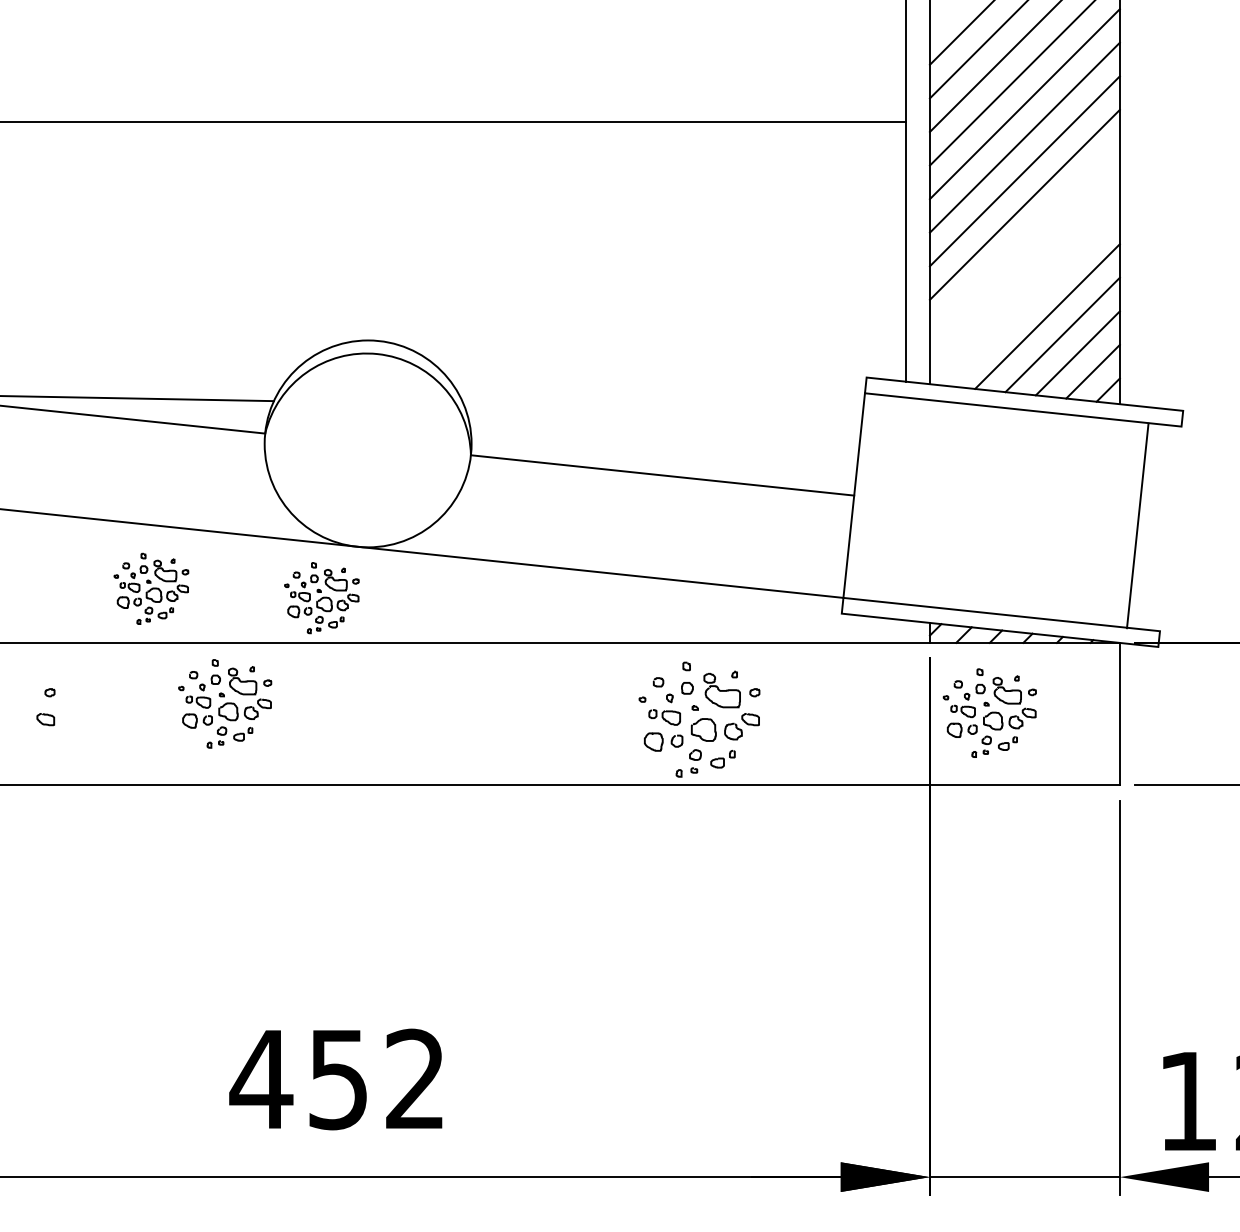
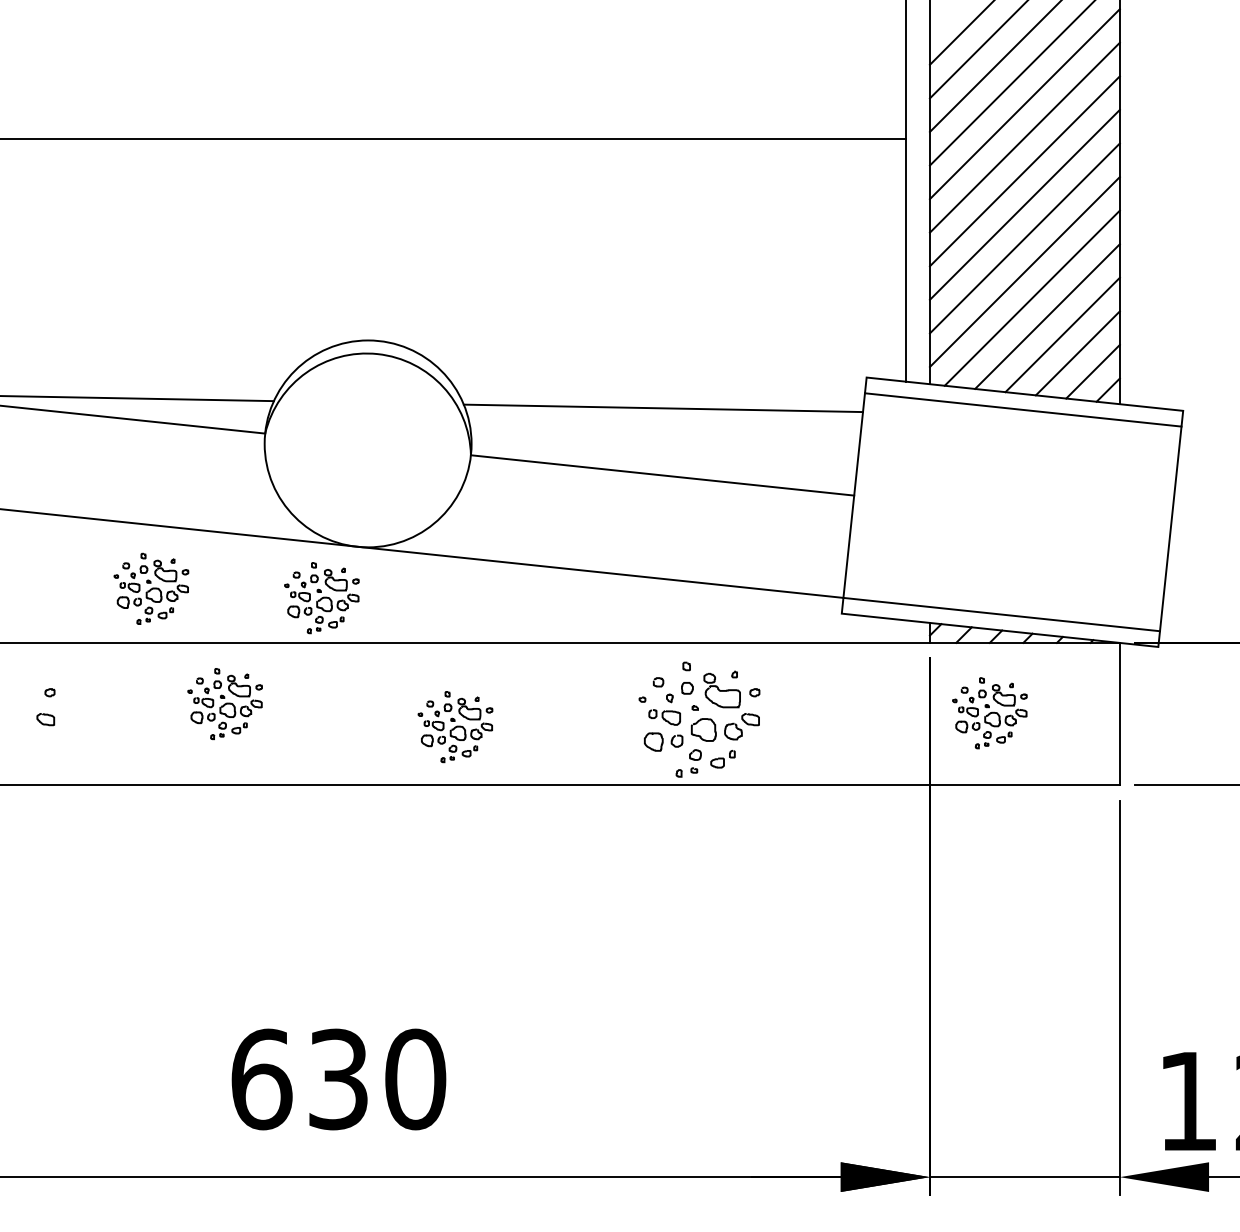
line at (454, 121) position: (454, 121) -> (454, 138)
line at (1024, 238): none -> present
line at (1024, 271): none -> present
line at (1031, 297): none -> present
line at (663, 408): none -> present
line at (1137, 525) position: (1137, 525) -> (1170, 528)
part at (225, 703) size: 95x90 px -> 76x73 px
part at (989, 712) size: 95x90 px -> 76x73 px
part at (455, 727): none -> present
text at (337, 1079): 452 -> 630
